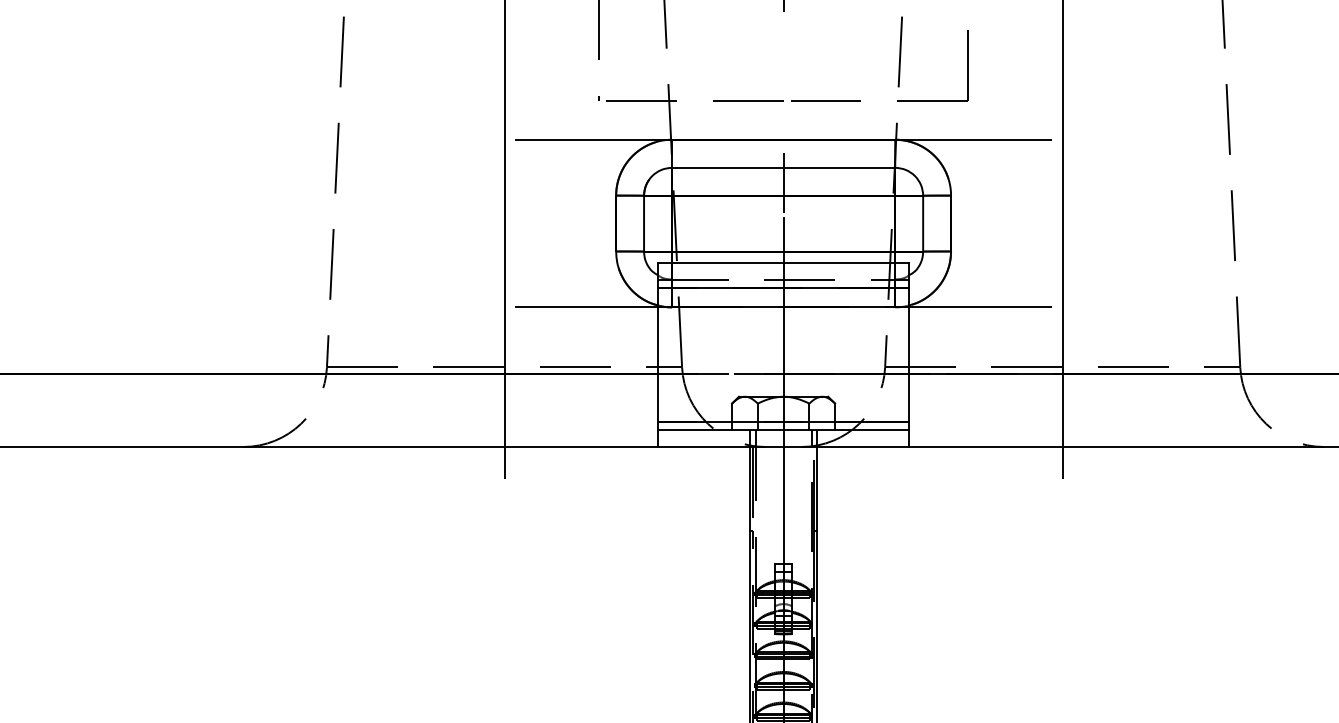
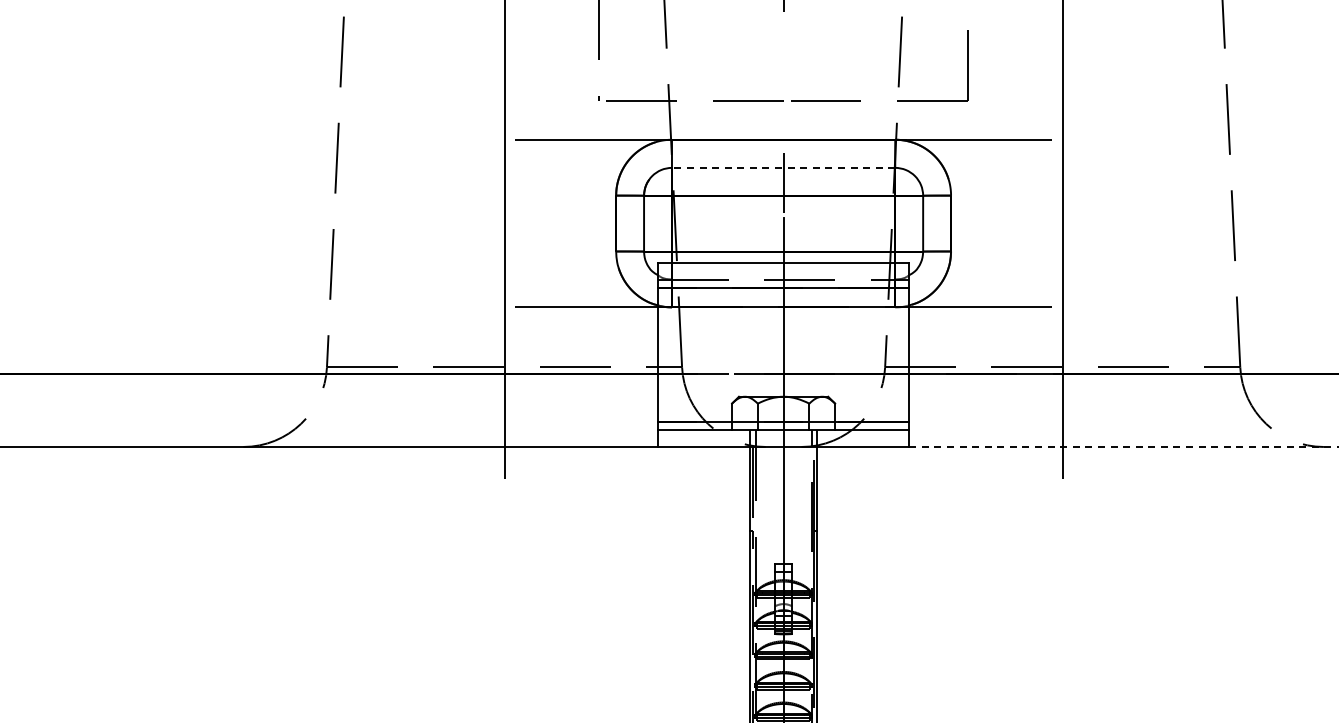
line at (783, 167): solid -> dashed
line at (1124, 446): solid -> dashed
